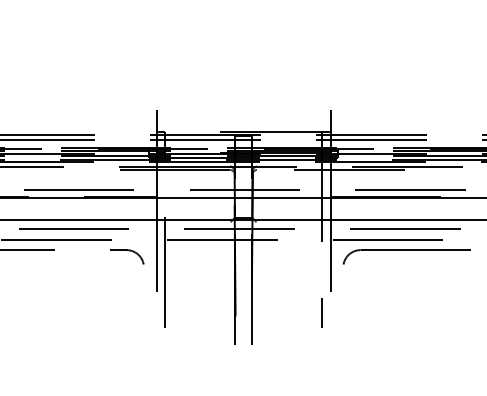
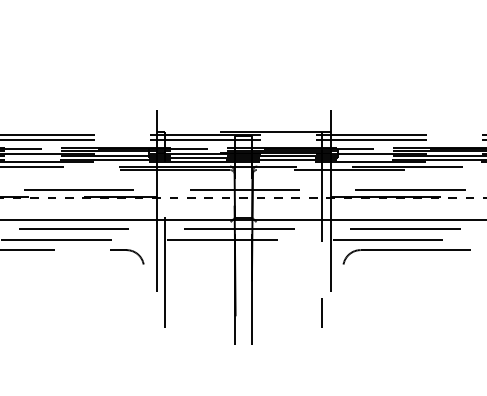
line at (243, 198): solid -> dashed
